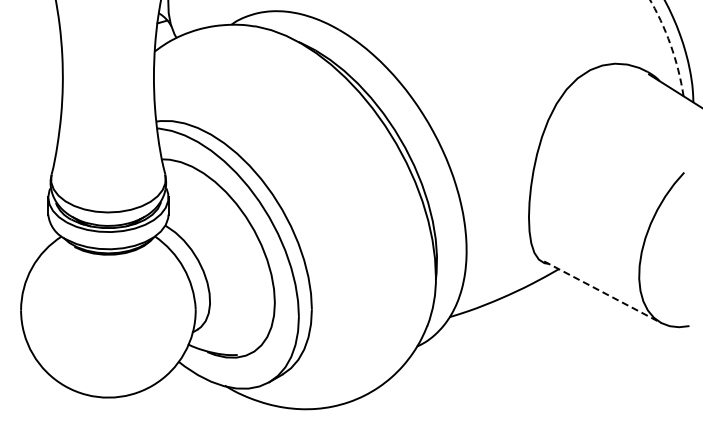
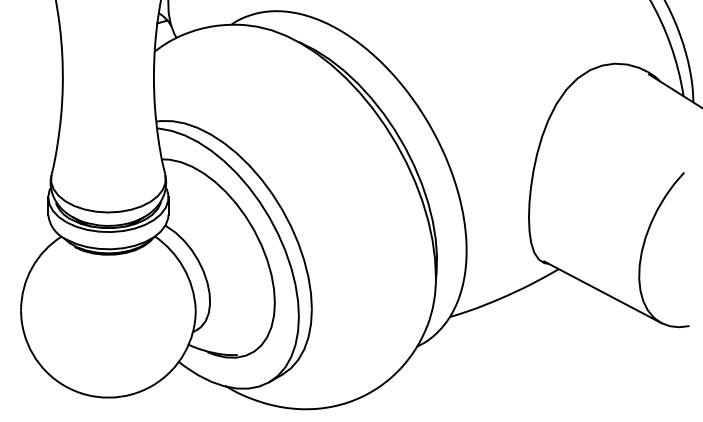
arc at (670, 45): dashed -> solid
line at (603, 292): dashed -> solid
